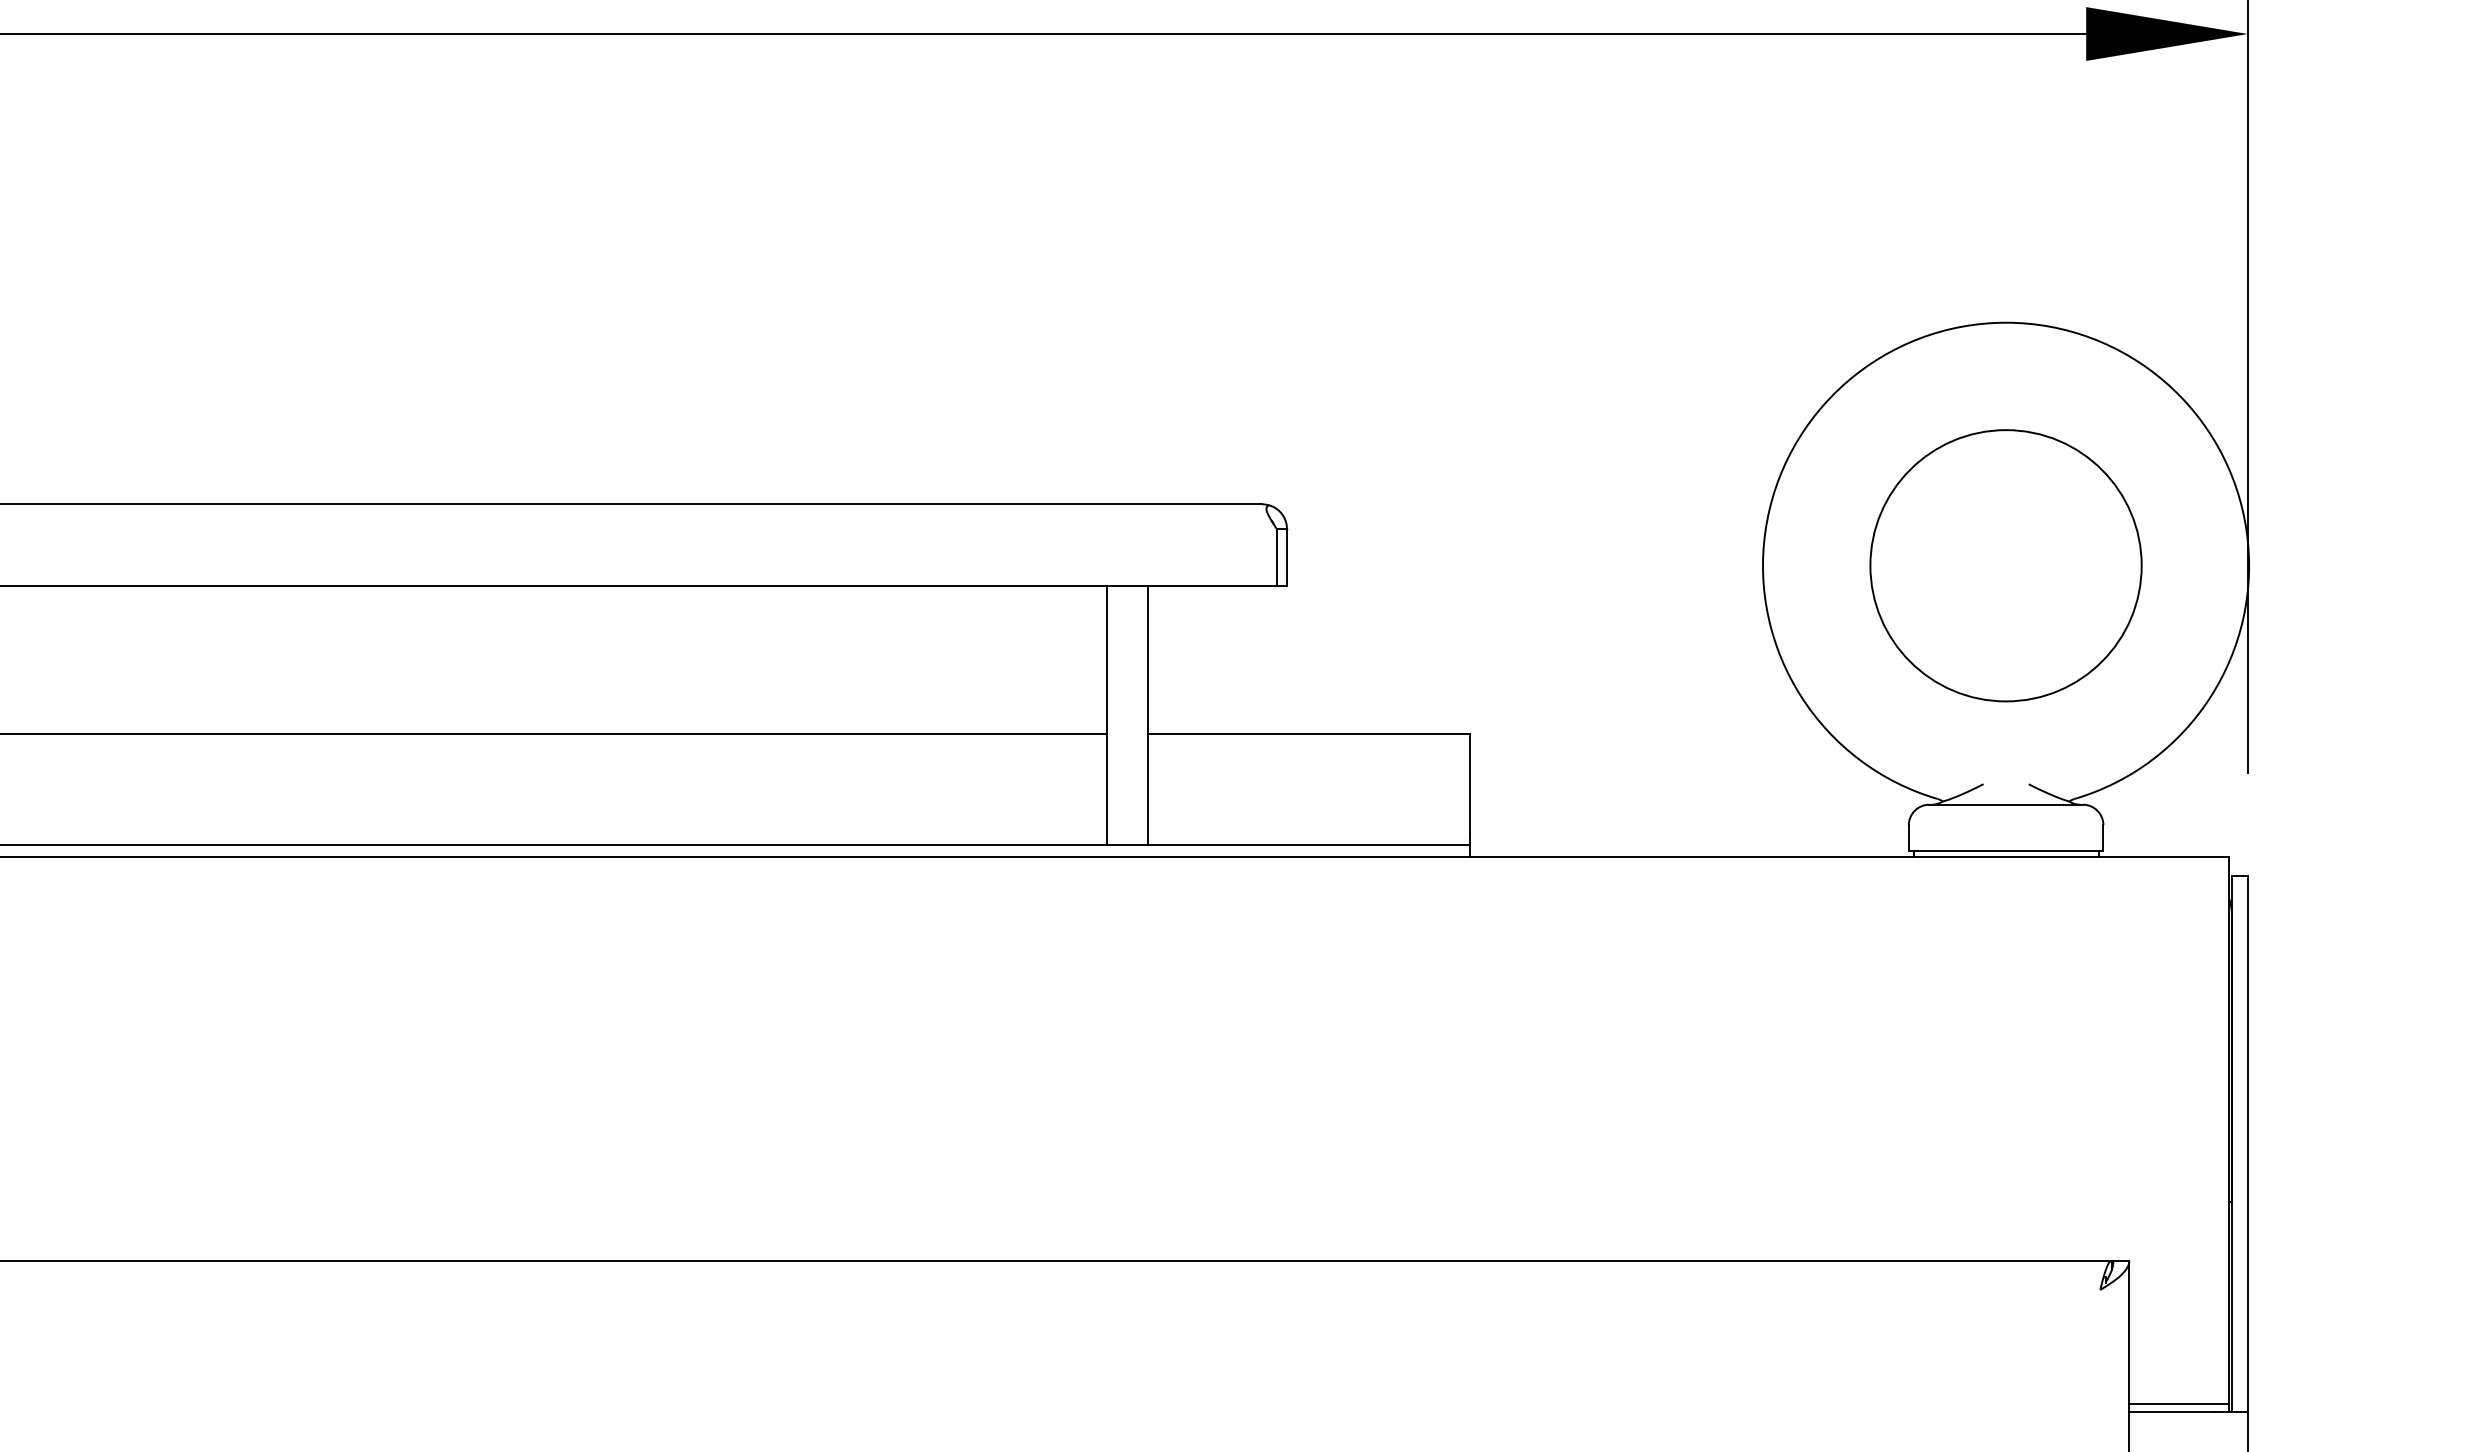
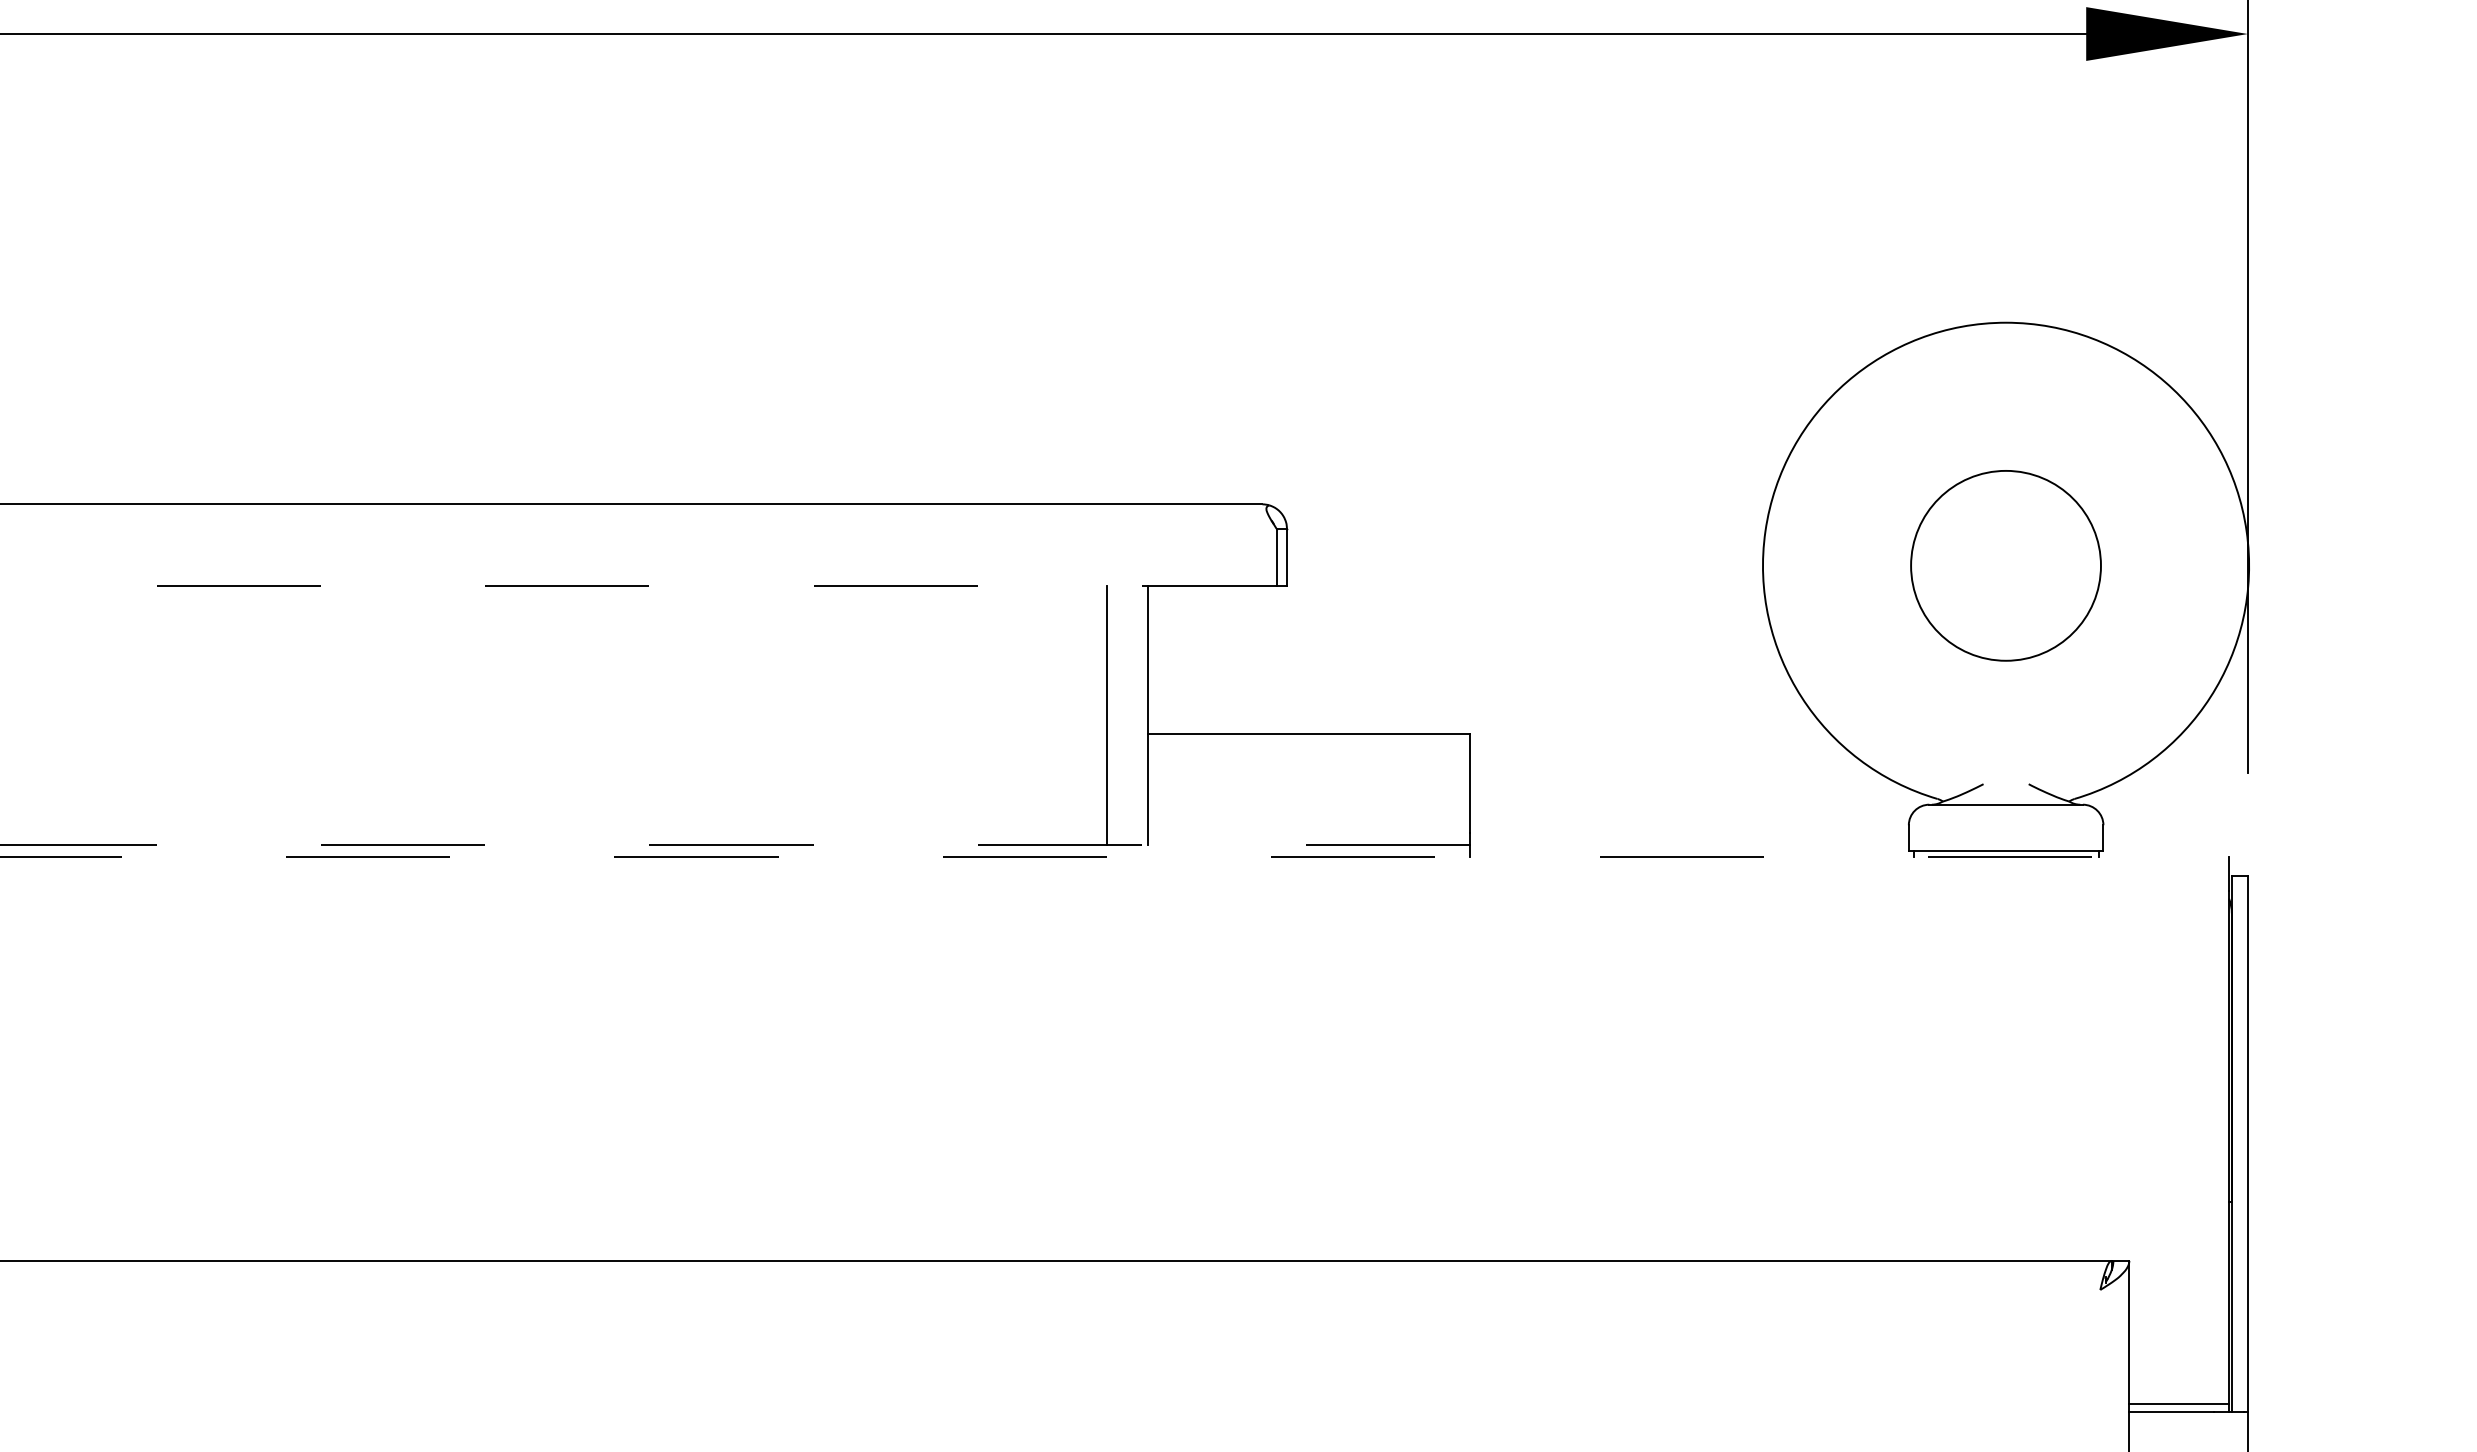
circle at (2005, 565) size: 274x274 px -> 192x192 px
line at (638, 586): solid -> dashed
line at (554, 734): present -> none
line at (735, 845): solid -> dashed
line at (1115, 857): solid -> dashed
